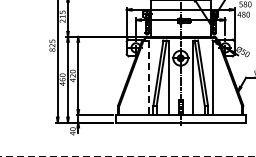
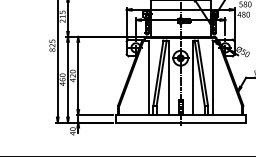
line at (148, 78): dashed -> solid
line at (128, 156): dashed -> solid
